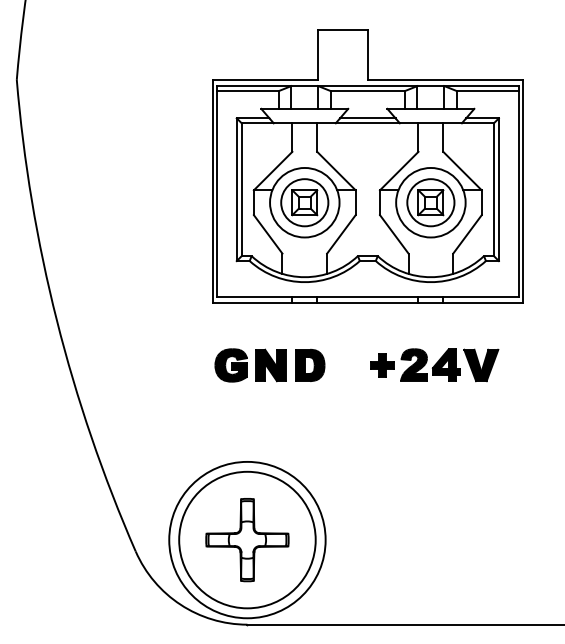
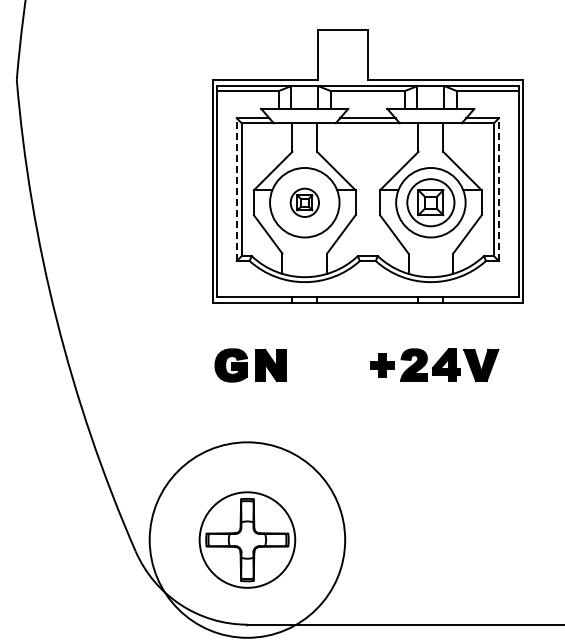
line at (236, 189): solid -> dashed
line at (498, 189): solid -> dashed
part at (304, 202) size: 50x50 px -> 31x31 px
part at (310, 364): present -> none
circle at (247, 539) diameter: 137 px -> 96 px
circle at (247, 539) diameter: 156 px -> 195 px
